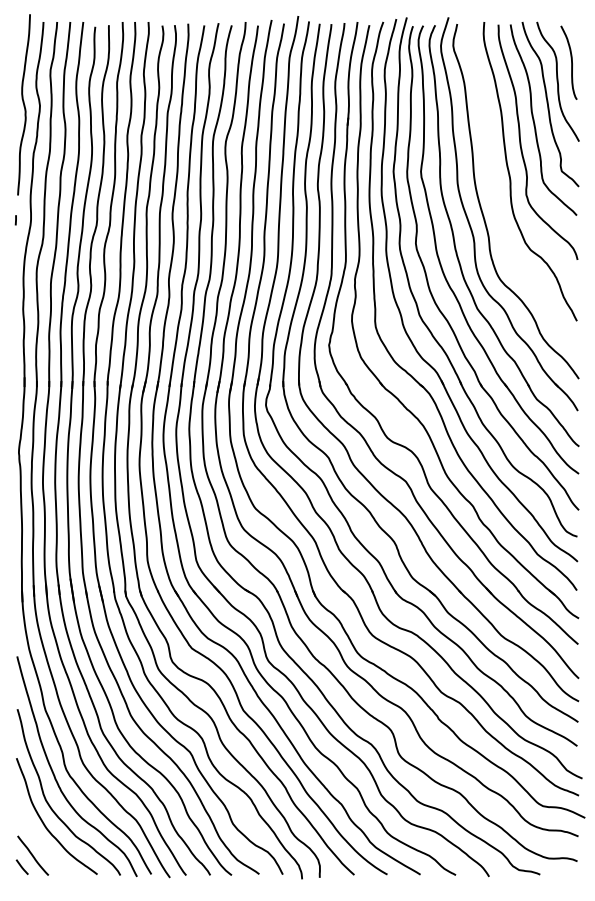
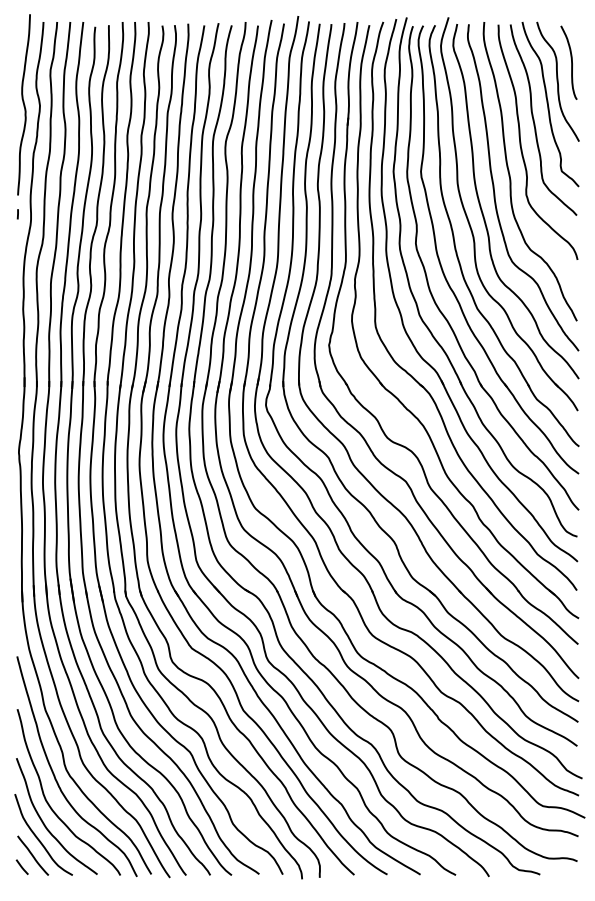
curve at (495, 192): none -> present
line at (15, 220) position: (15, 220) -> (17, 214)
curve at (37, 836): none -> present
